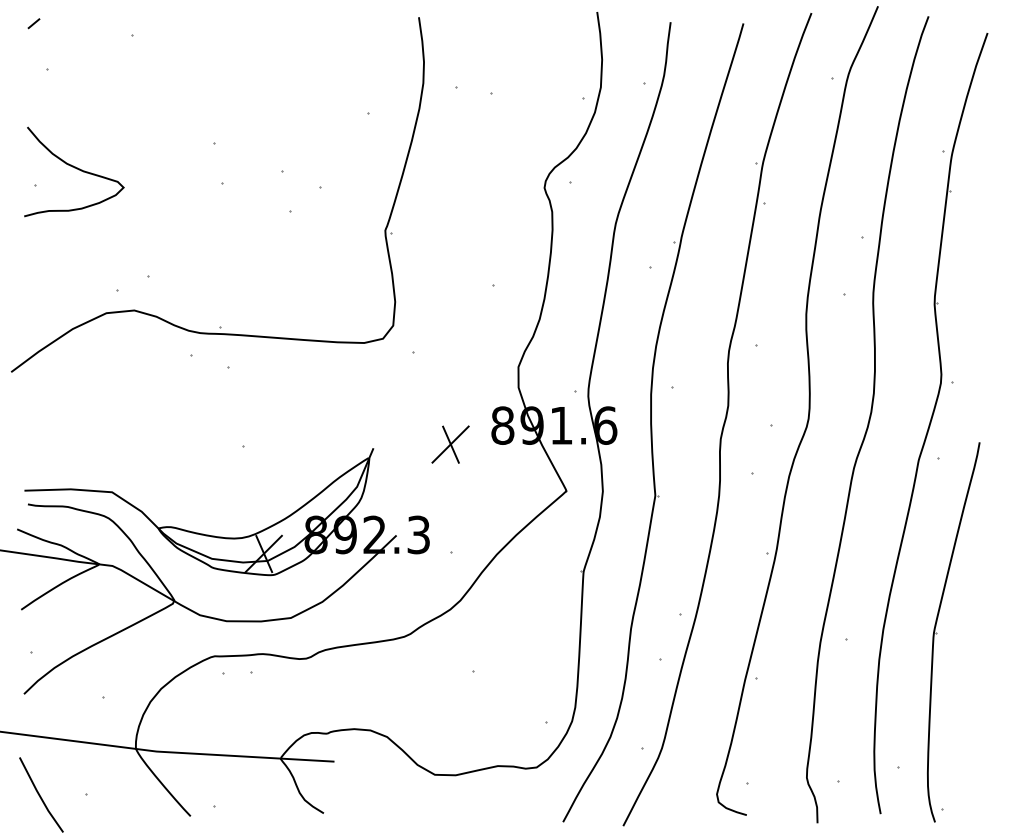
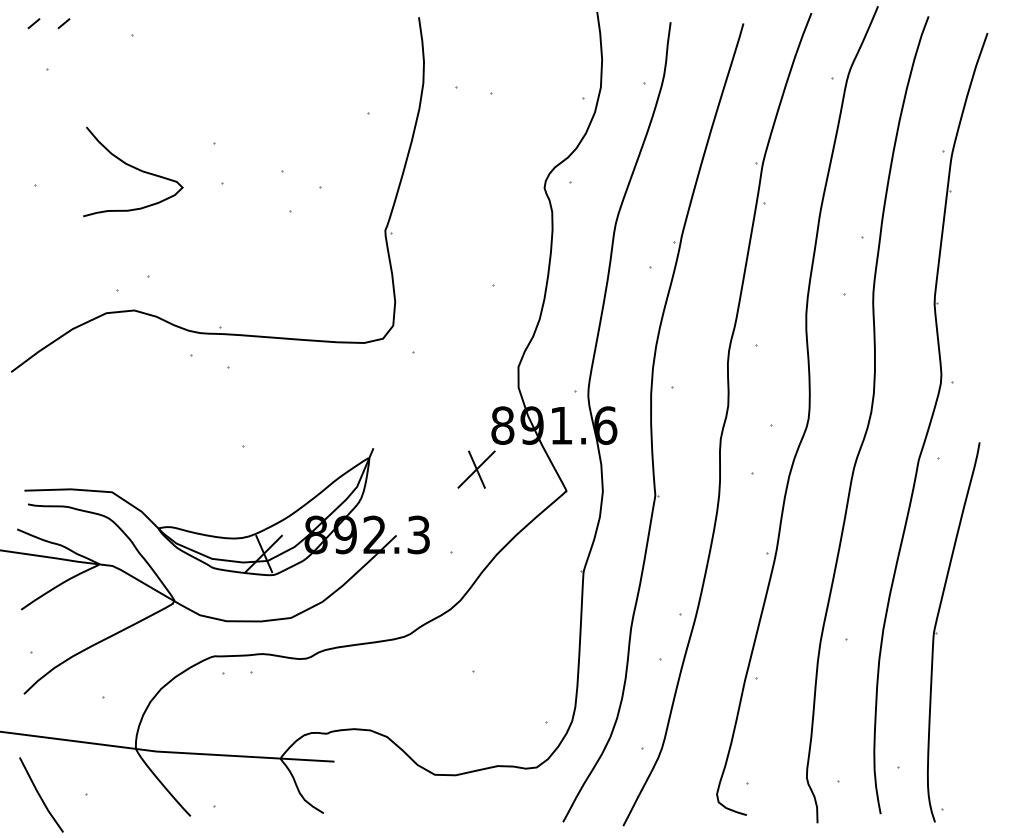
line at (63, 23): none -> present
curve at (76, 169) position: (76, 169) -> (135, 169)
part at (450, 444) position: (450, 444) -> (476, 469)
